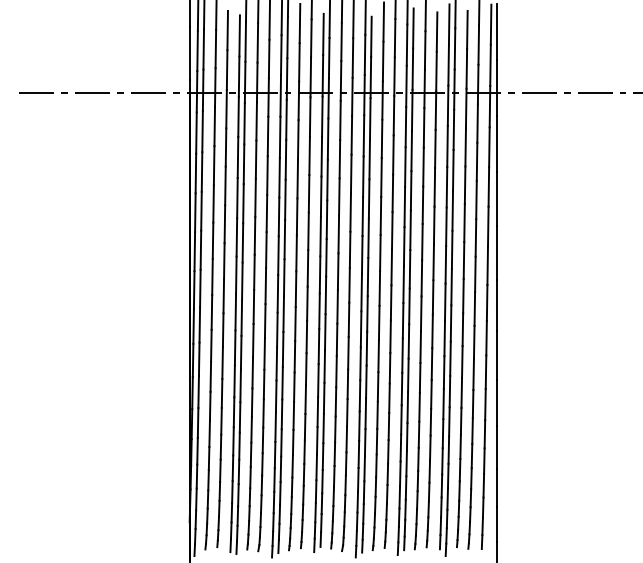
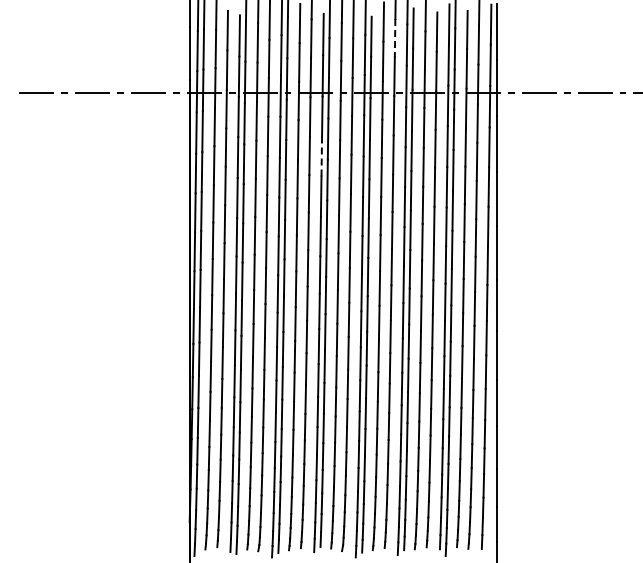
line at (395, 38): solid -> dashed
line at (321, 156): solid -> dashed
